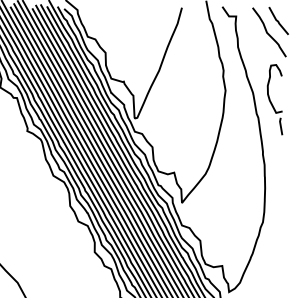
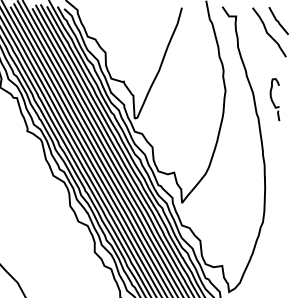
part at (274, 99) size: 18x72 px -> 12x44 px
